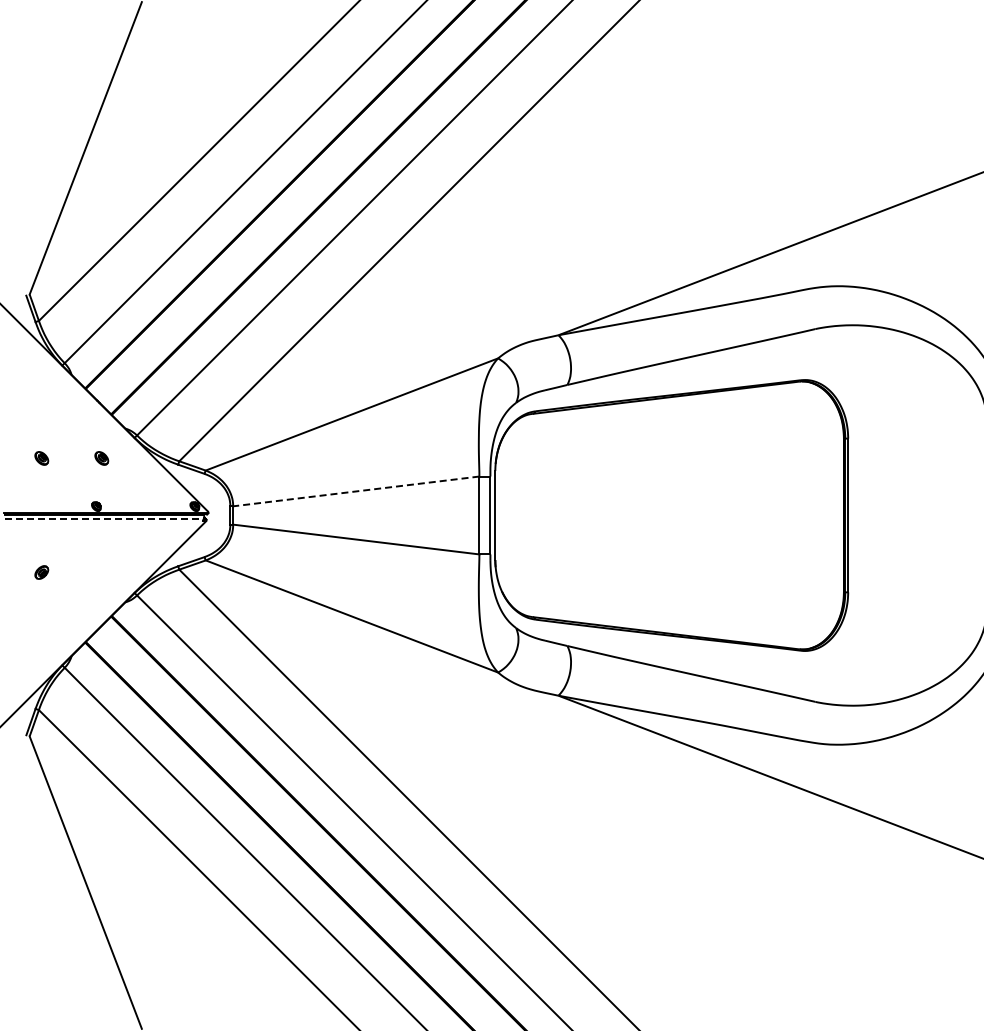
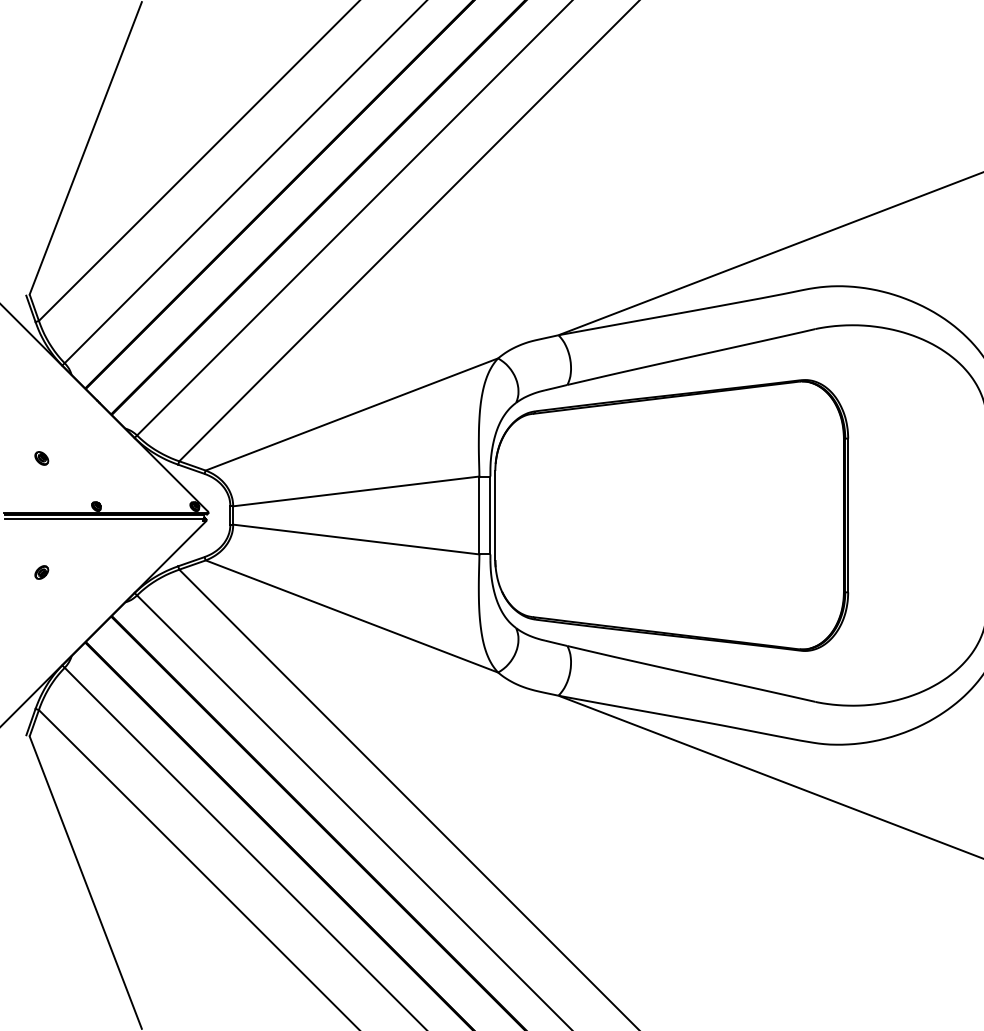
part at (101, 458): present -> none
line at (356, 491): dashed -> solid
line at (104, 519): dashed -> solid
